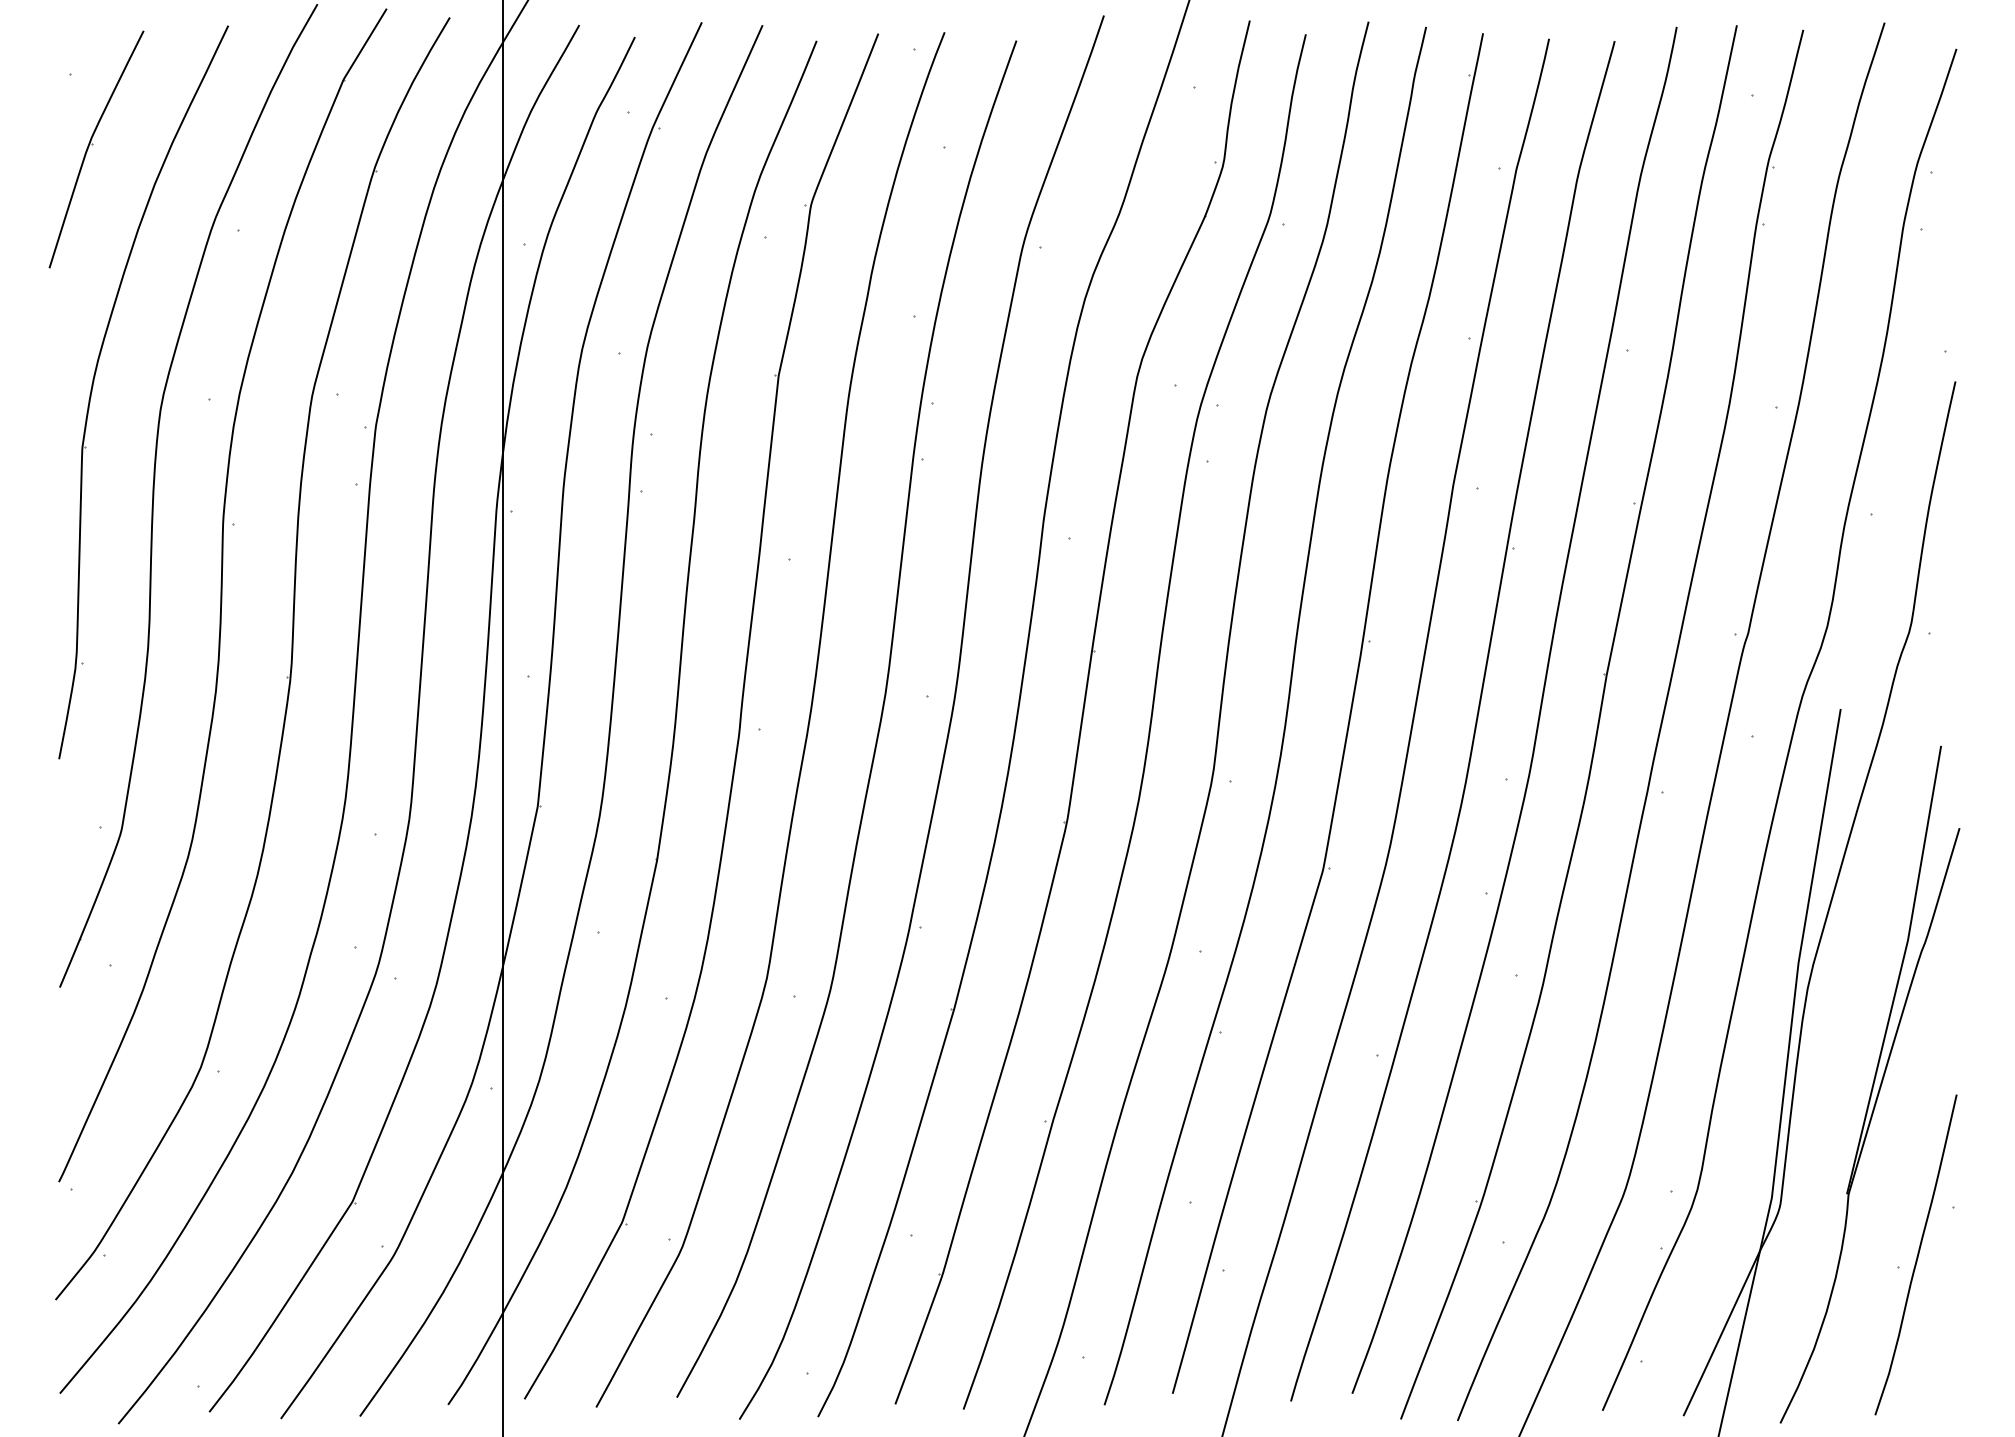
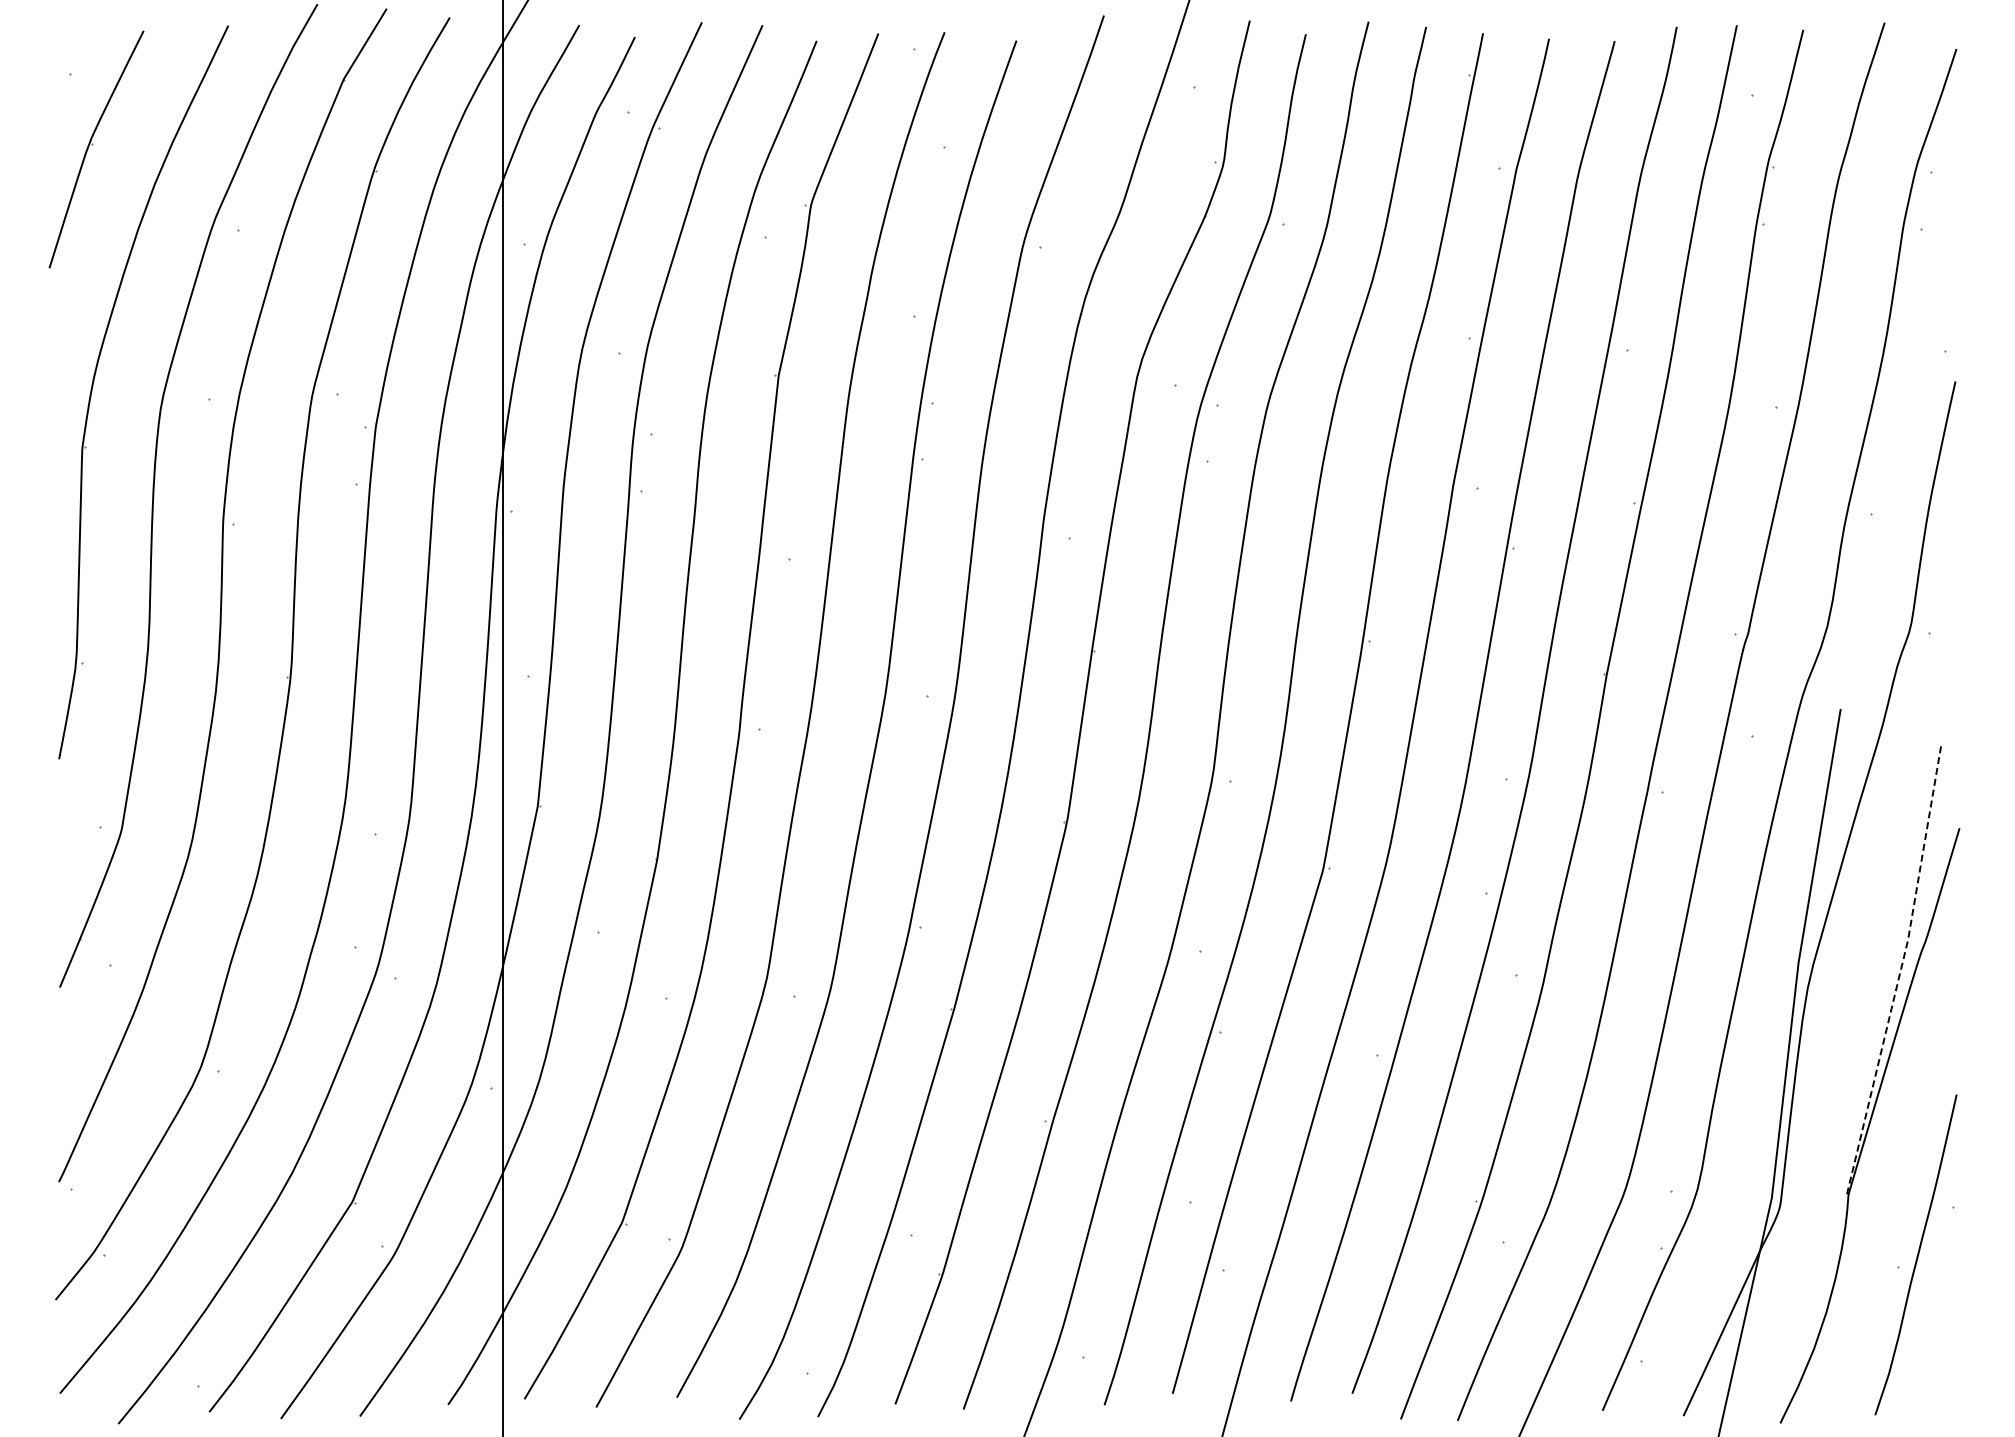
line at (1900, 970): solid -> dashed
